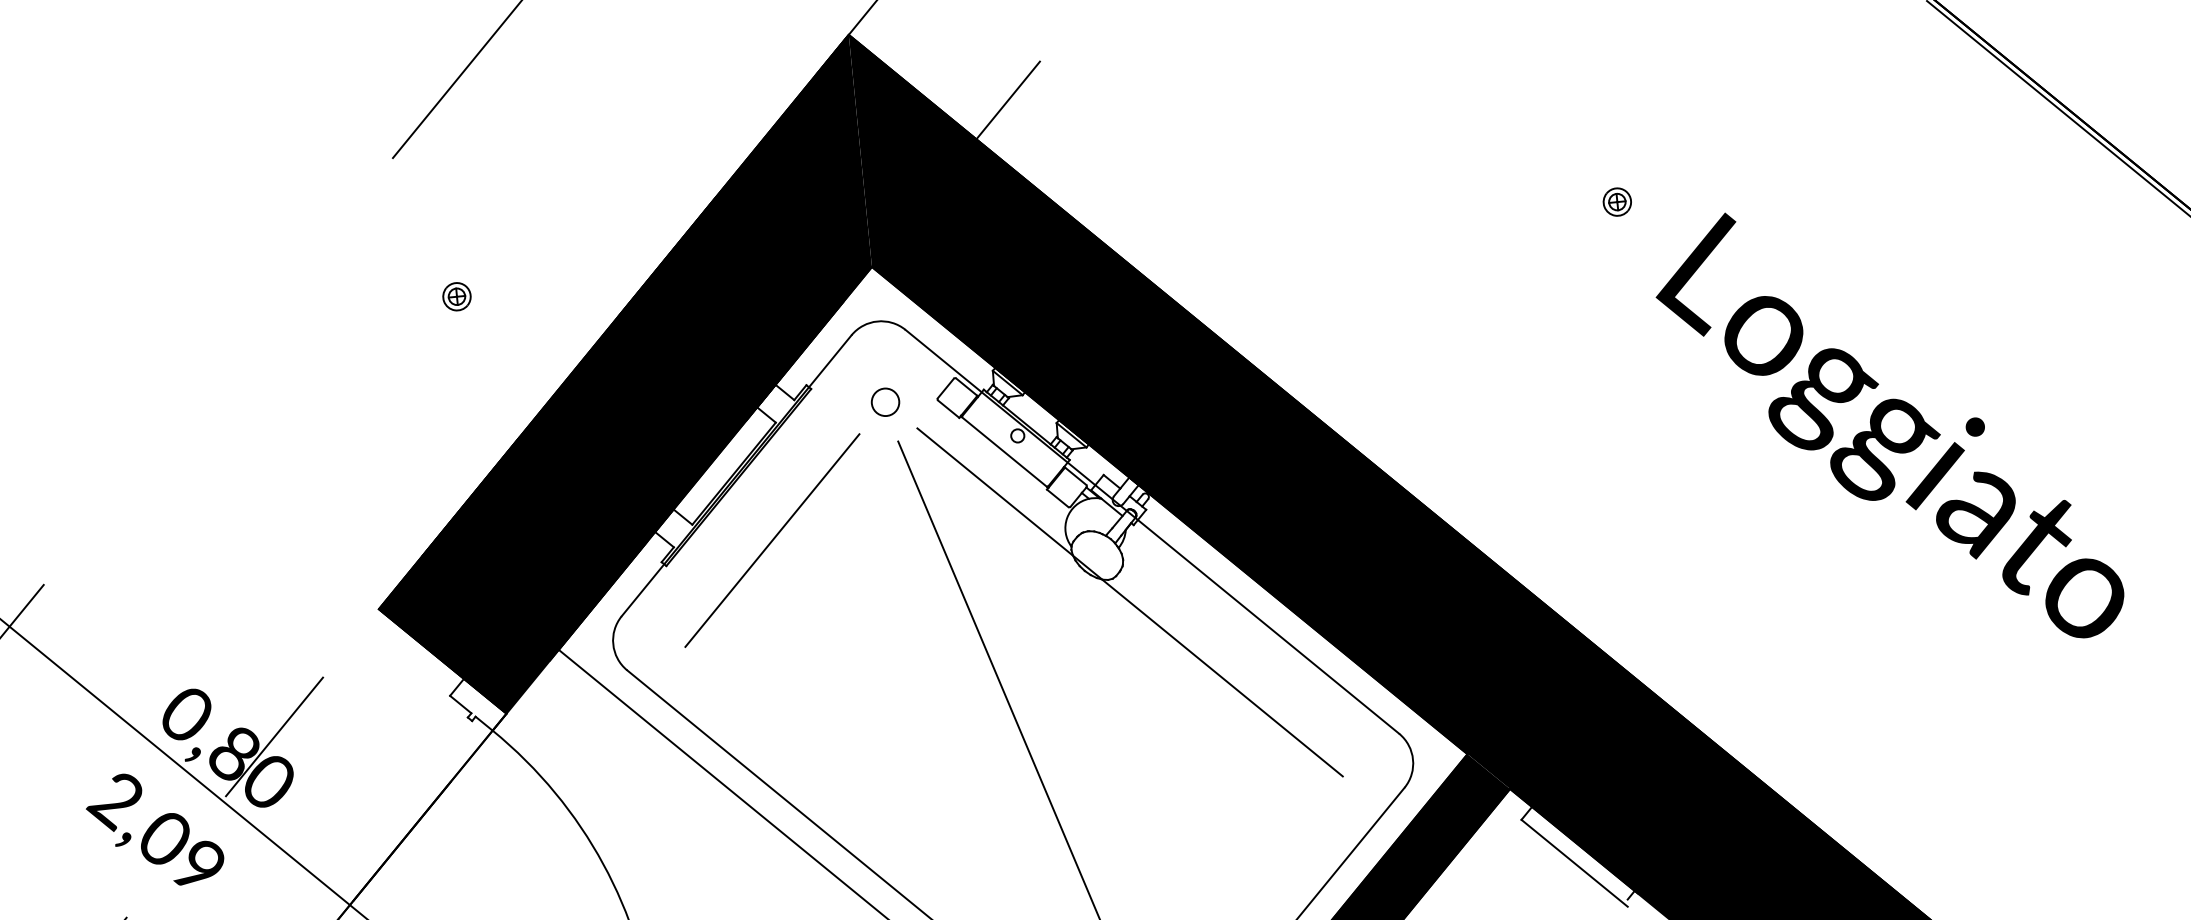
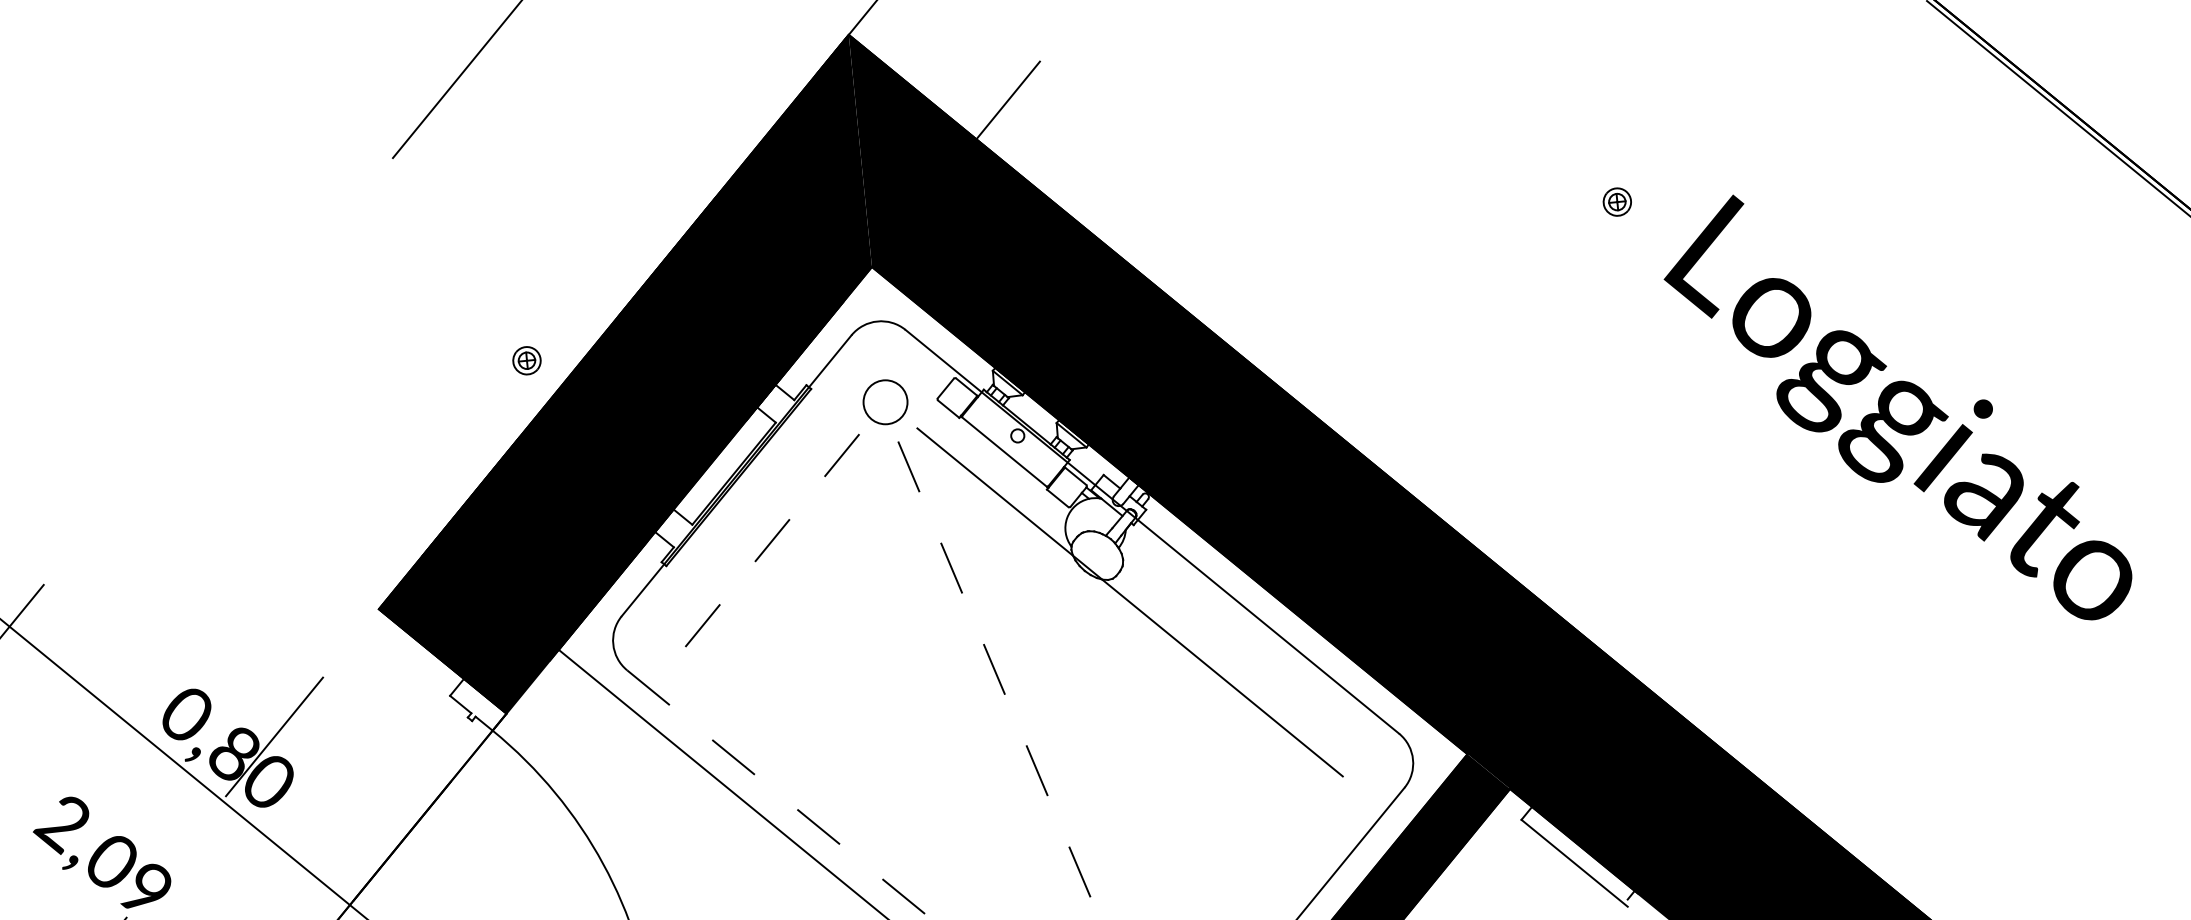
part at (456, 296) position: (456, 296) -> (526, 360)
circle at (885, 402) diameter: 27 px -> 44 px
text at (1889, 425) position: (1889, 425) -> (1897, 407)
line at (772, 540): solid -> dashed
line at (999, 681): solid -> dashed
line at (779, 794): solid -> dashed
text at (155, 829) position: (155, 829) -> (102, 852)
